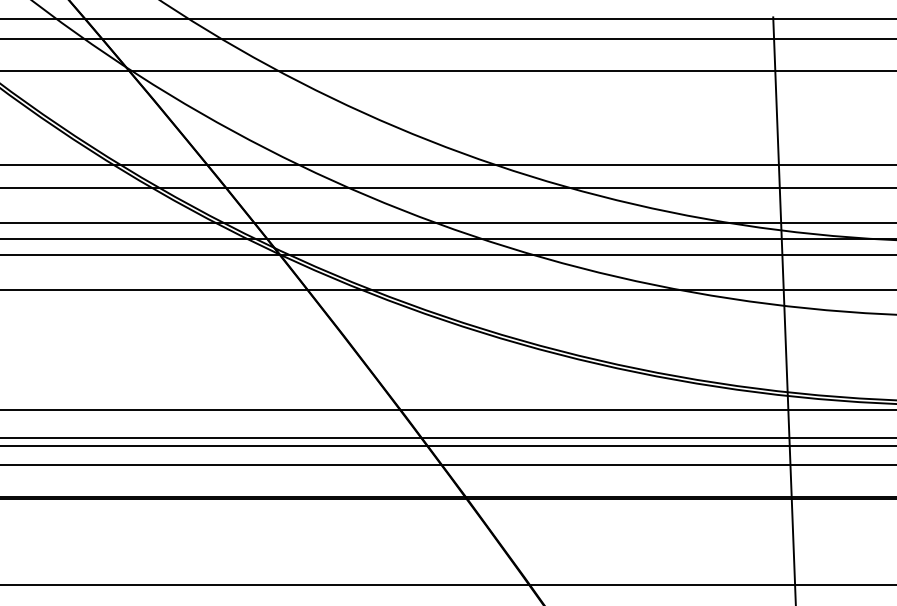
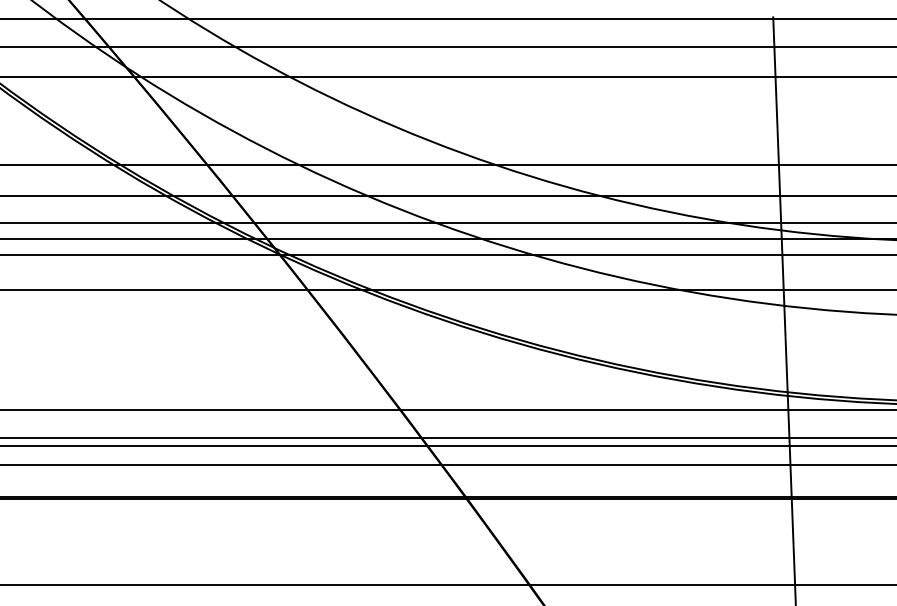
line at (447, 38) position: (447, 38) -> (447, 46)
line at (447, 71) position: (447, 71) -> (447, 77)
line at (447, 187) position: (447, 187) -> (447, 195)
